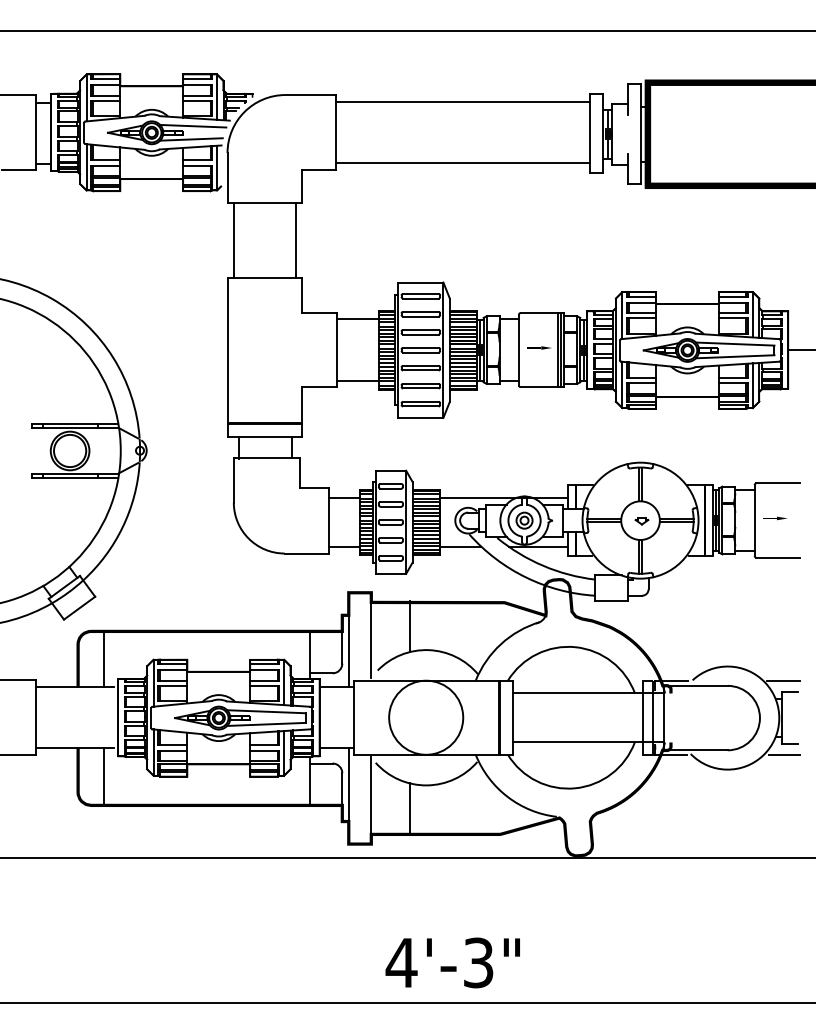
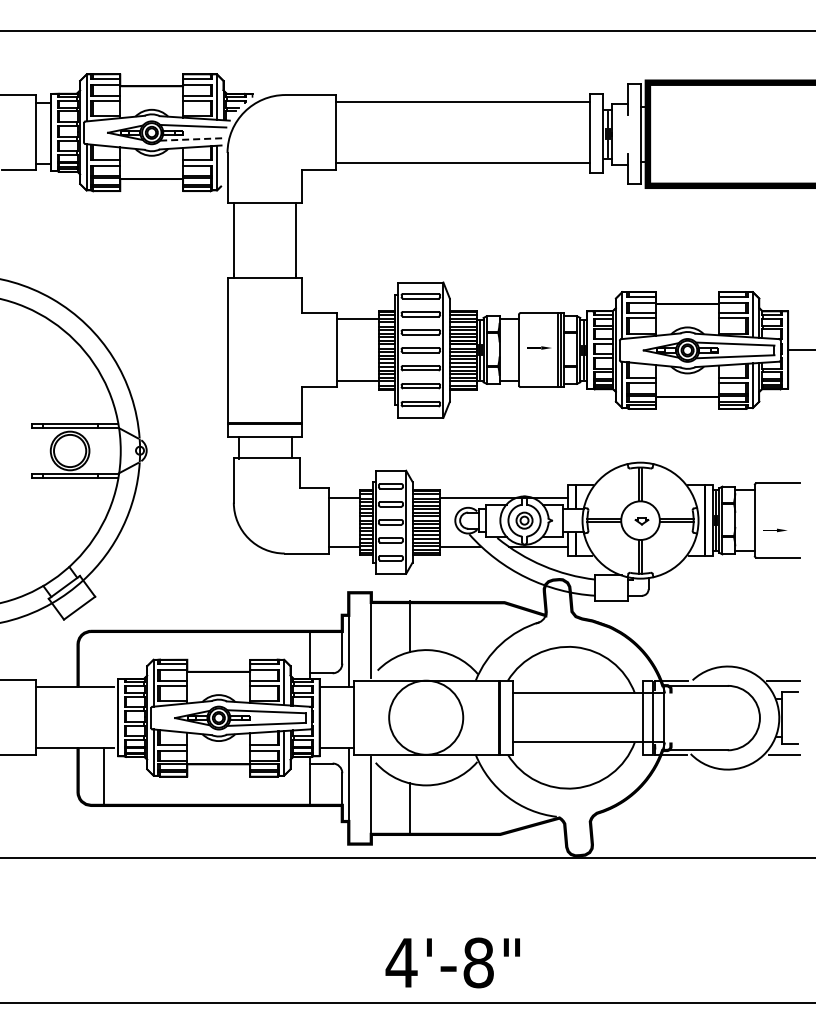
line at (191, 139): solid -> dashed
part at (774, 518) position: (774, 518) -> (774, 530)
line at (103, 659): present -> none
text at (478, 962): 4'-3" -> 4'-8"
